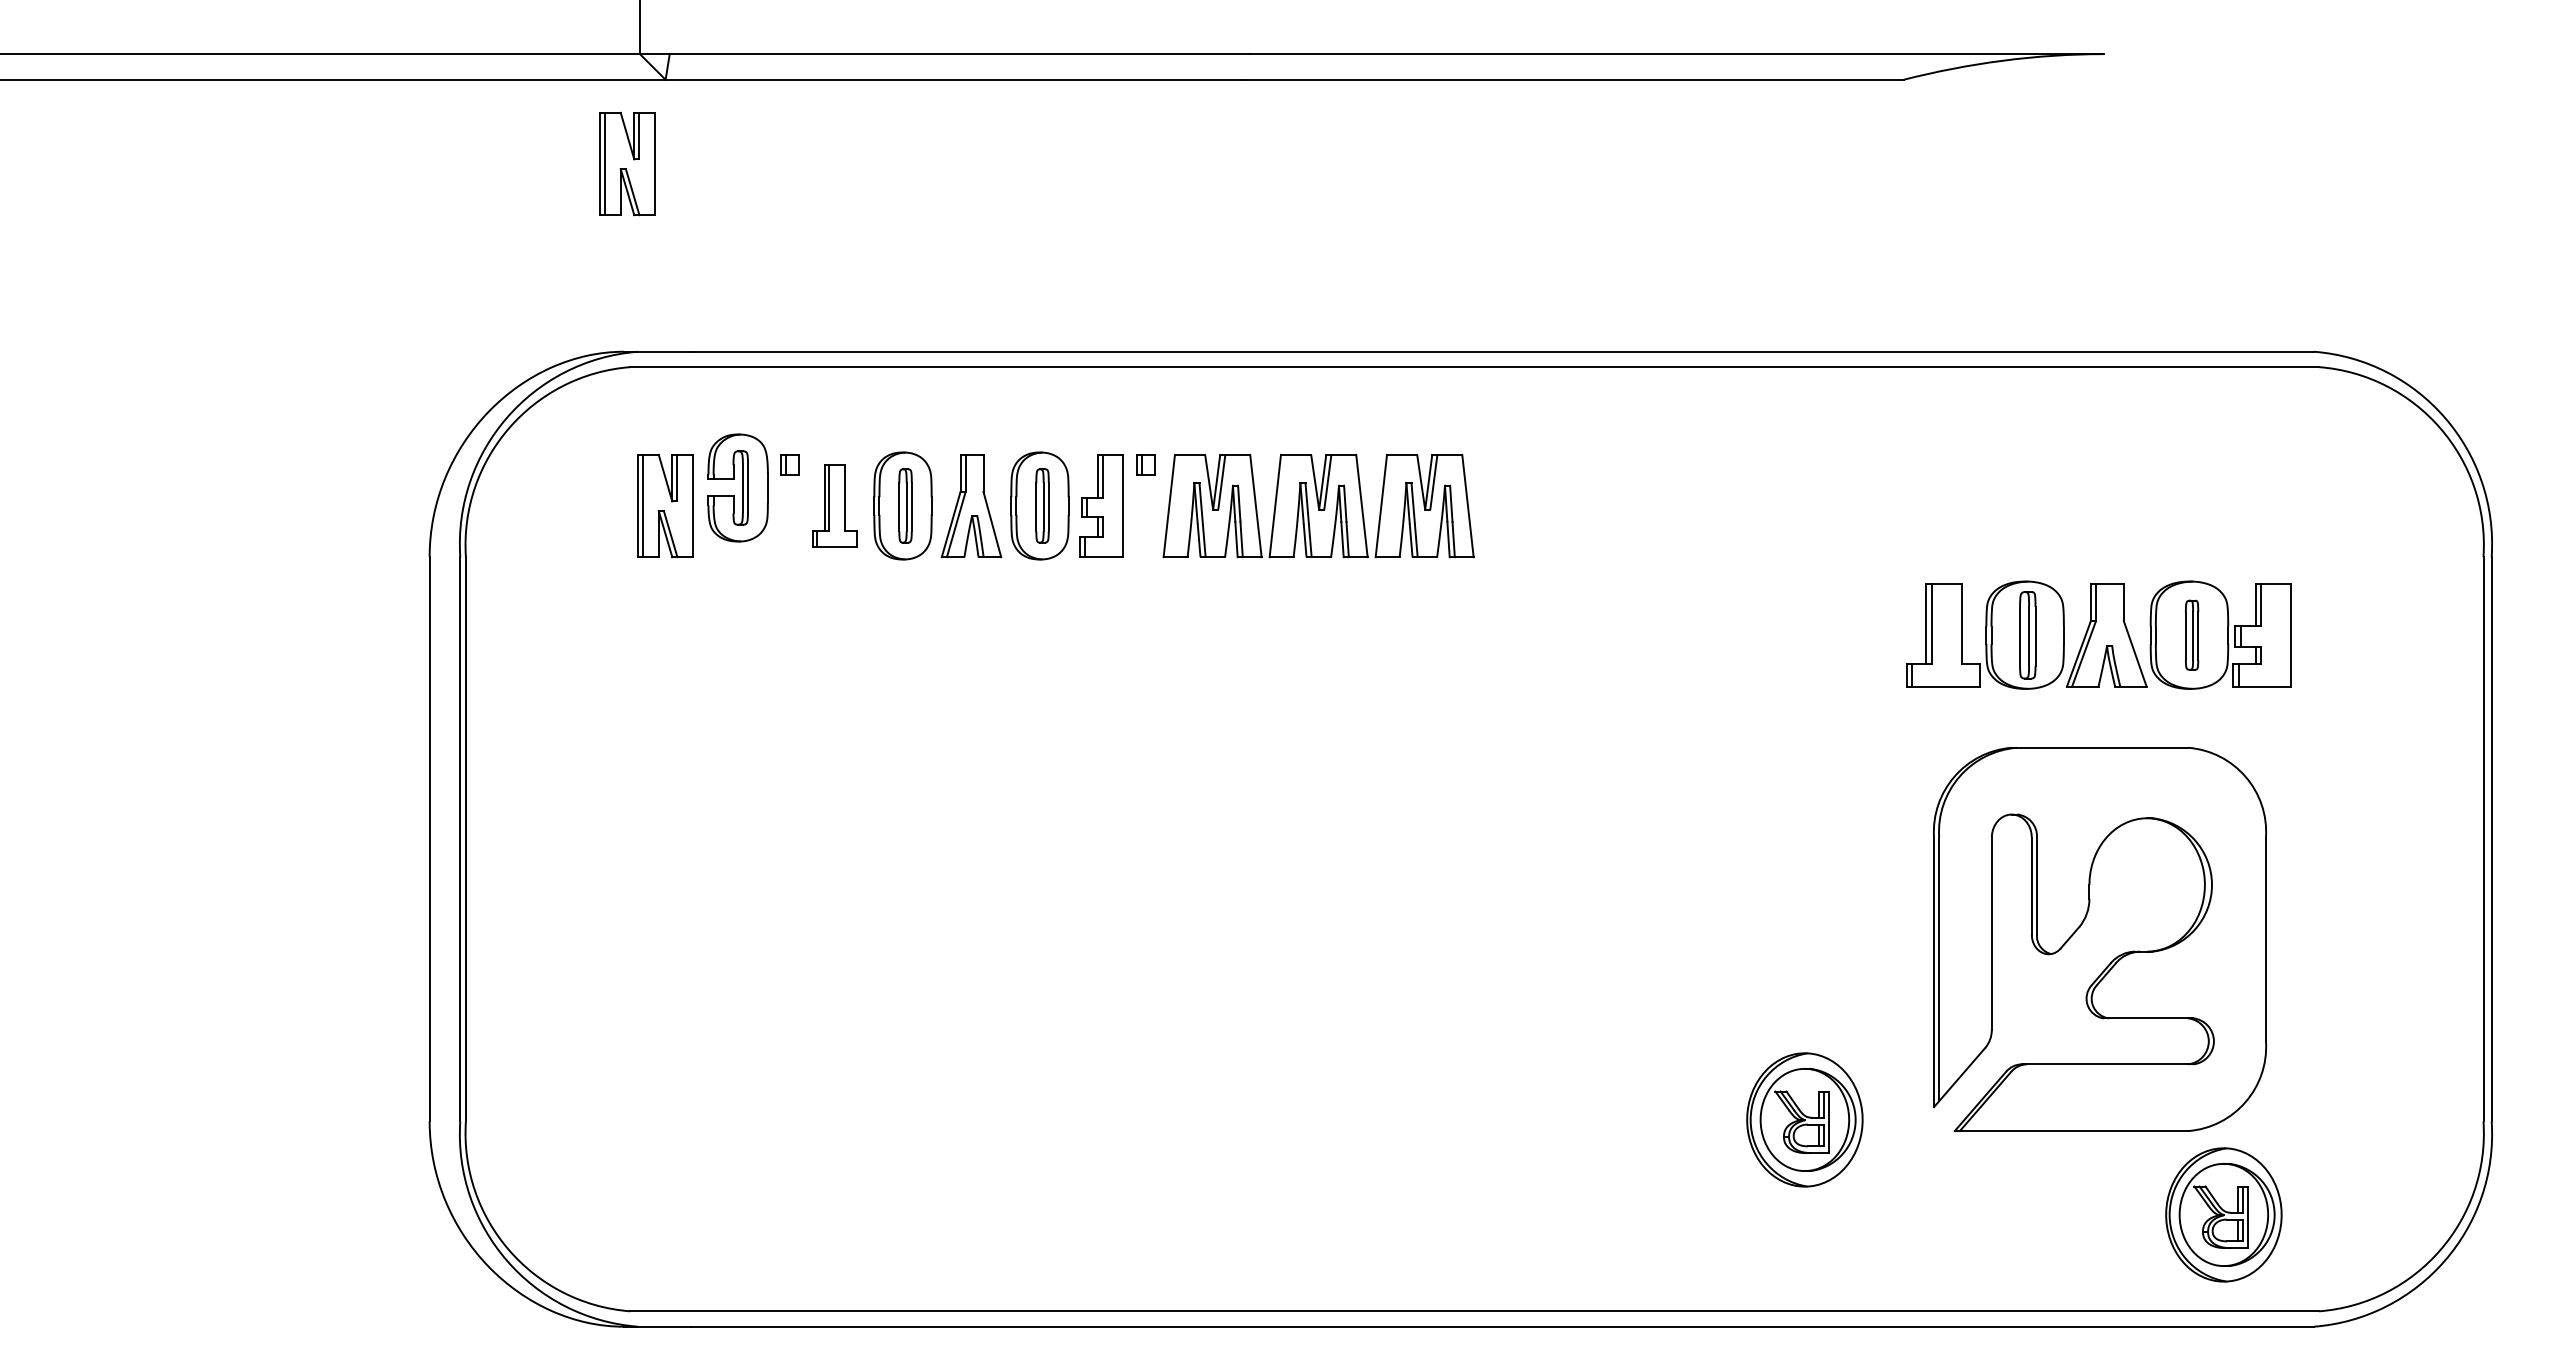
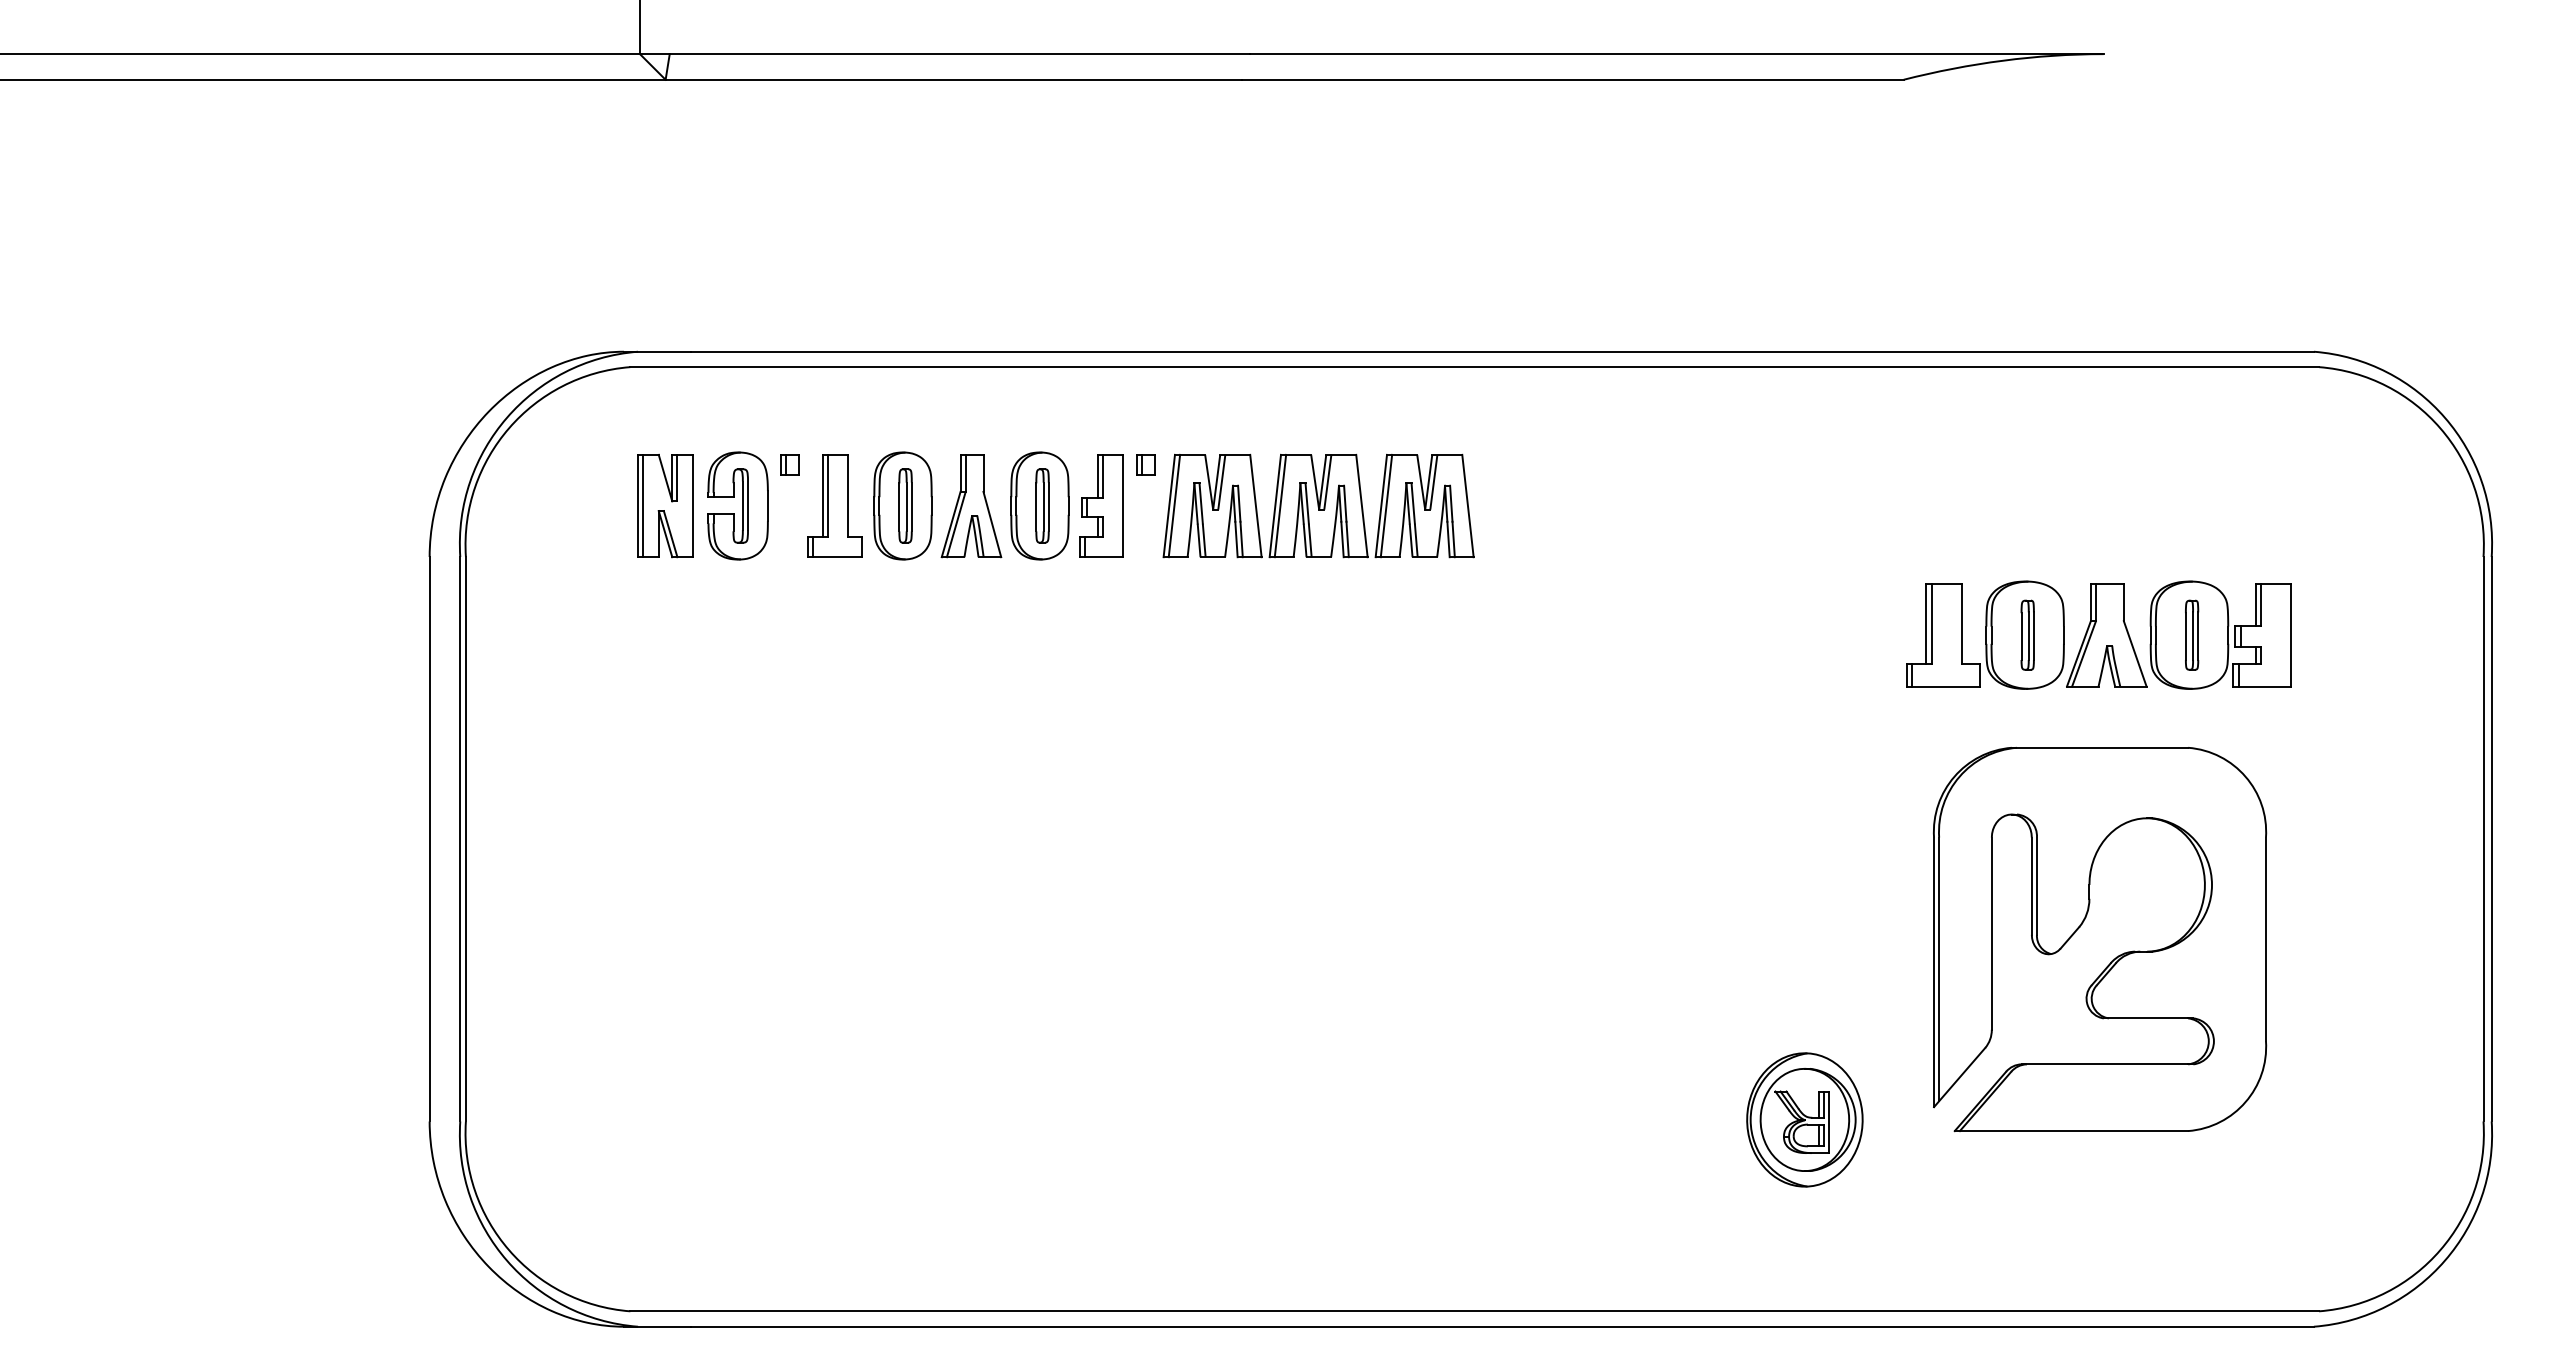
part at (627, 163): present -> none
part at (737, 487) position: (737, 487) -> (737, 505)
part at (834, 505) size: 46x84 px -> 56x104 px
line at (1174, 505): none -> present
line at (1280, 505): none -> present
line at (1386, 505): none -> present
part at (2027, 635) size: 18x89 px -> 15x72 px
part at (2223, 1214): present -> none
